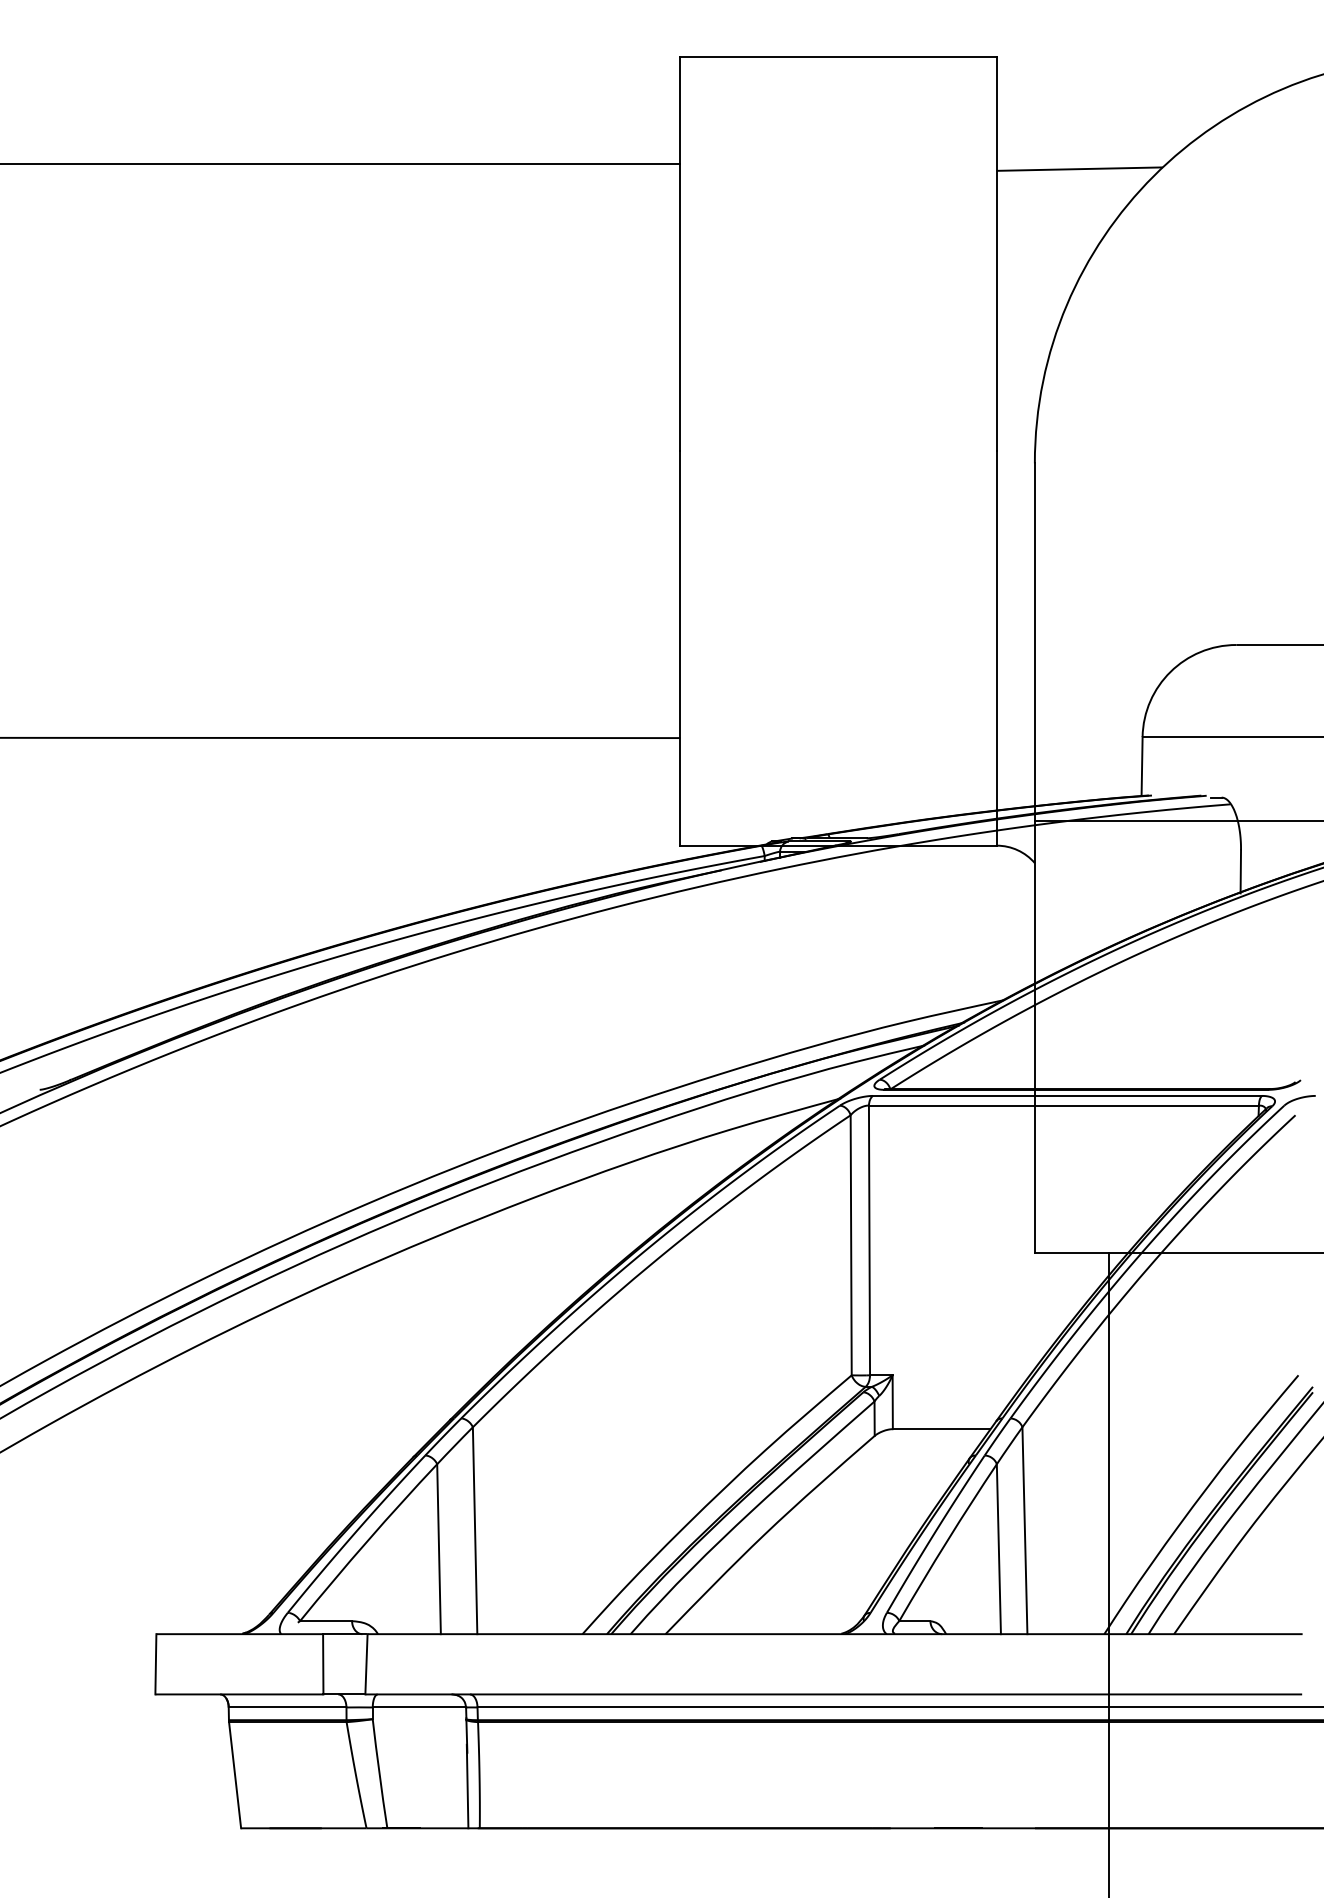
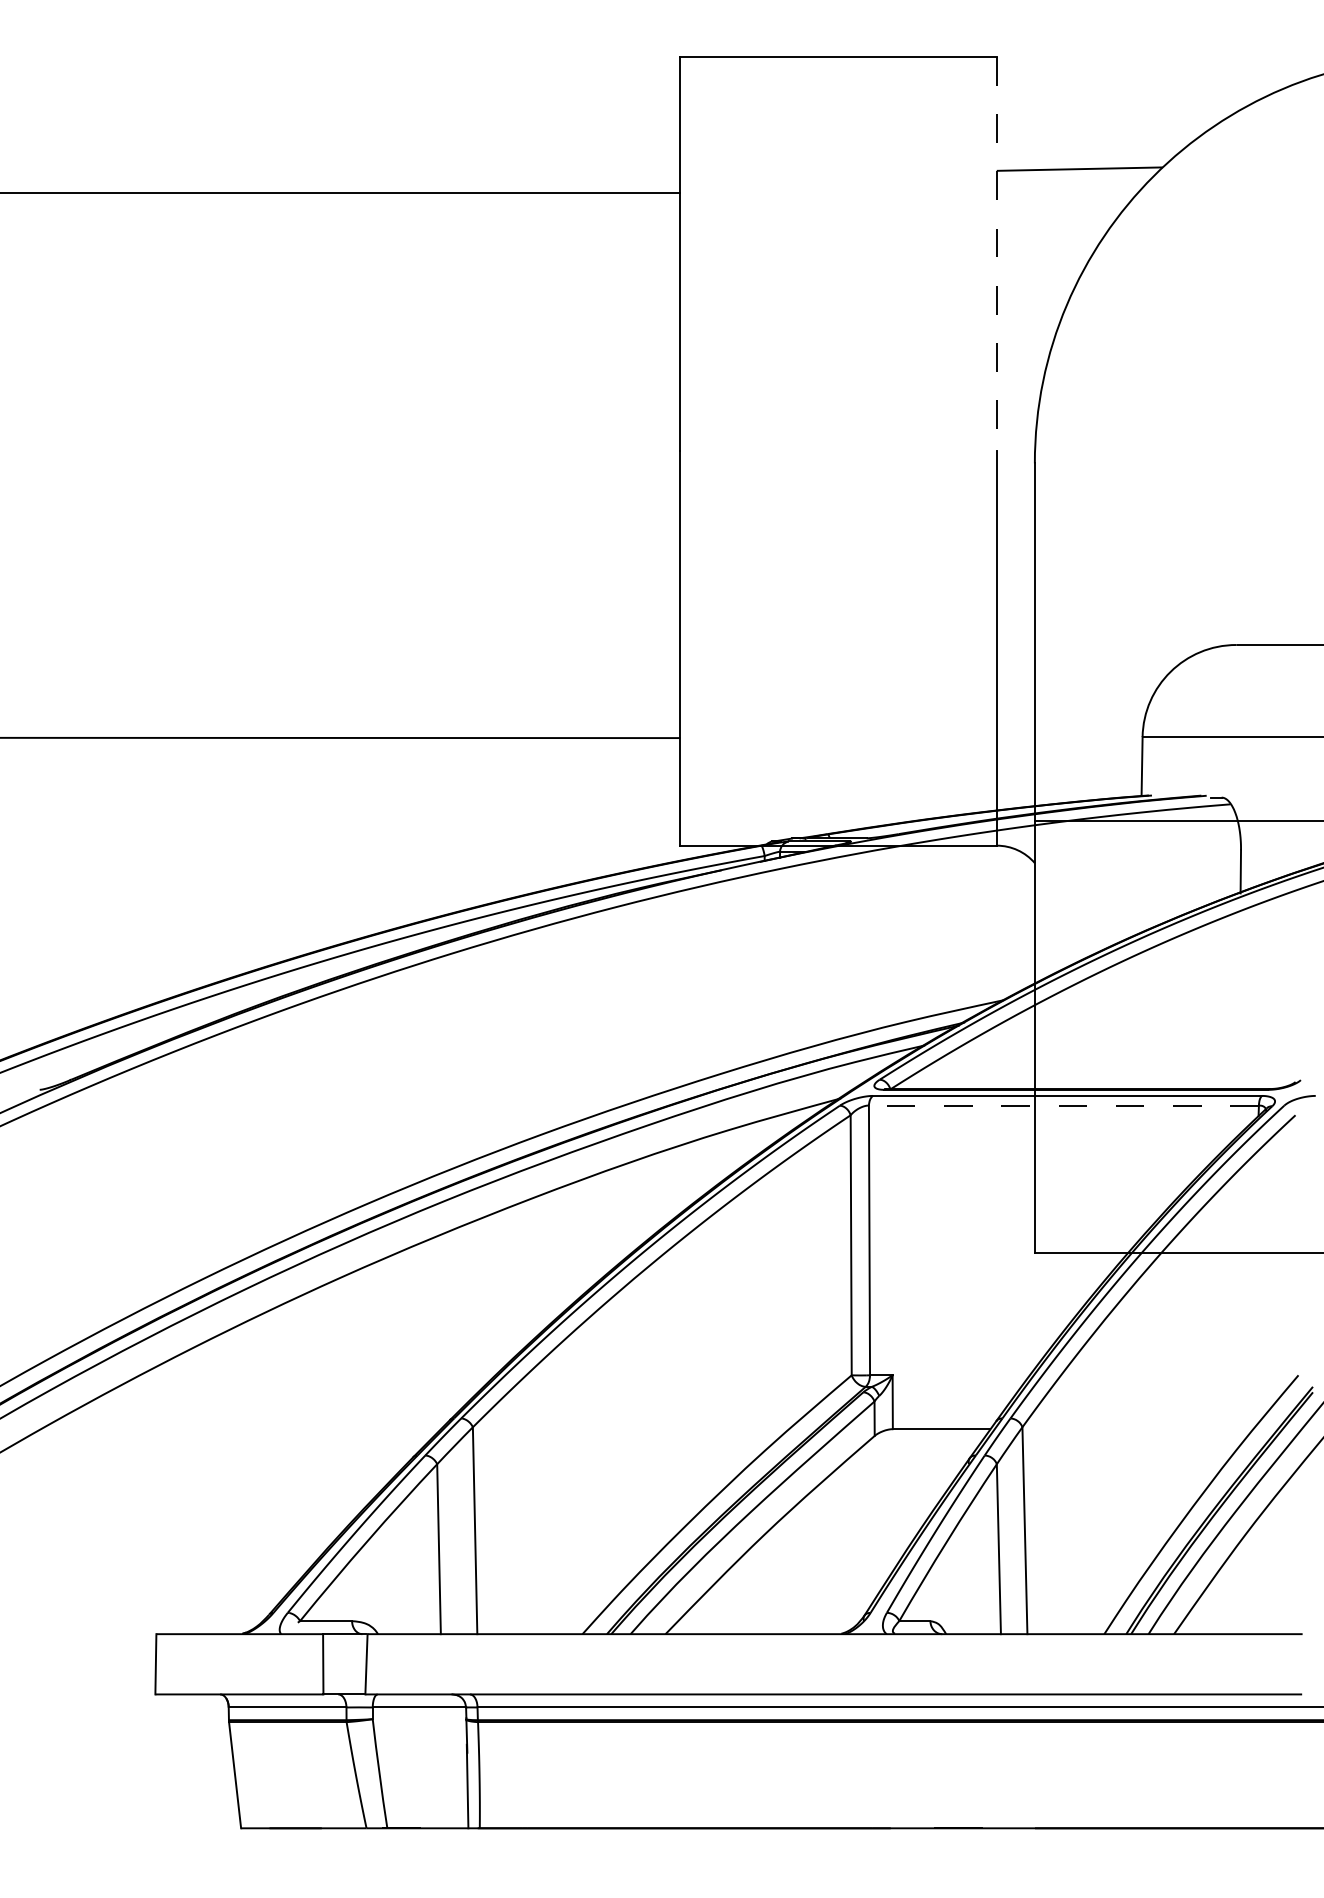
line at (340, 164) position: (340, 164) -> (340, 193)
line at (996, 254): solid -> dashed
line at (1063, 1105): solid -> dashed
line at (1109, 1573): present -> none
